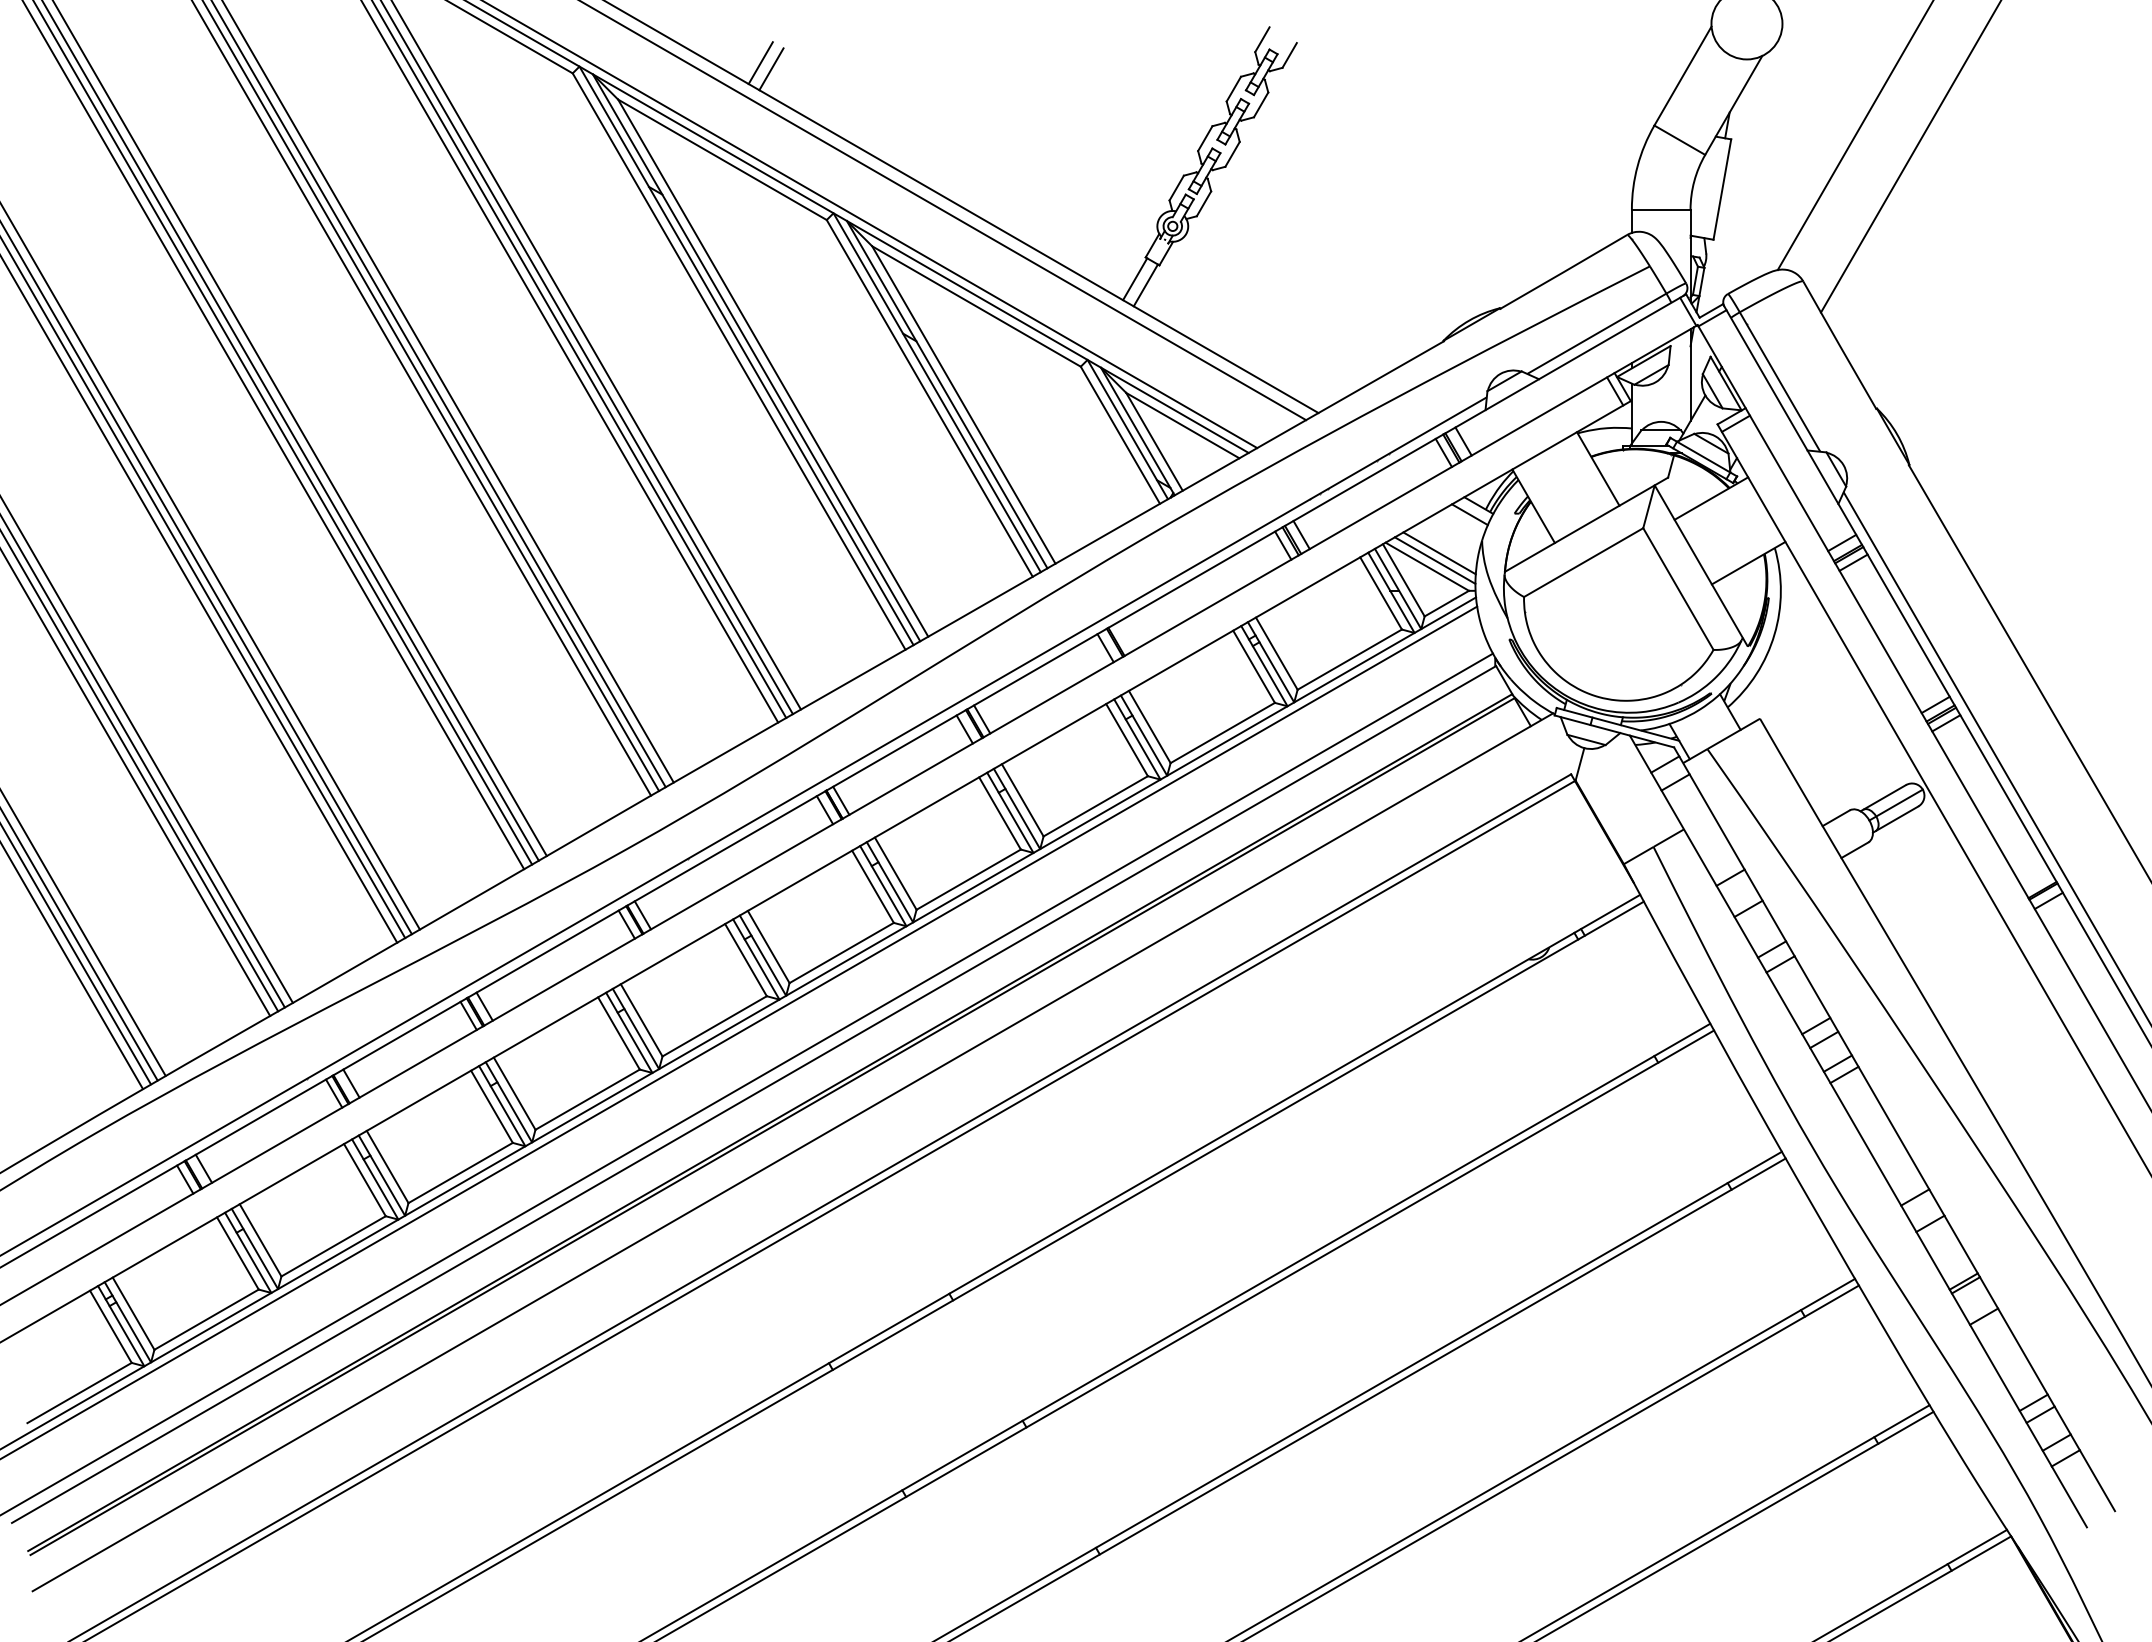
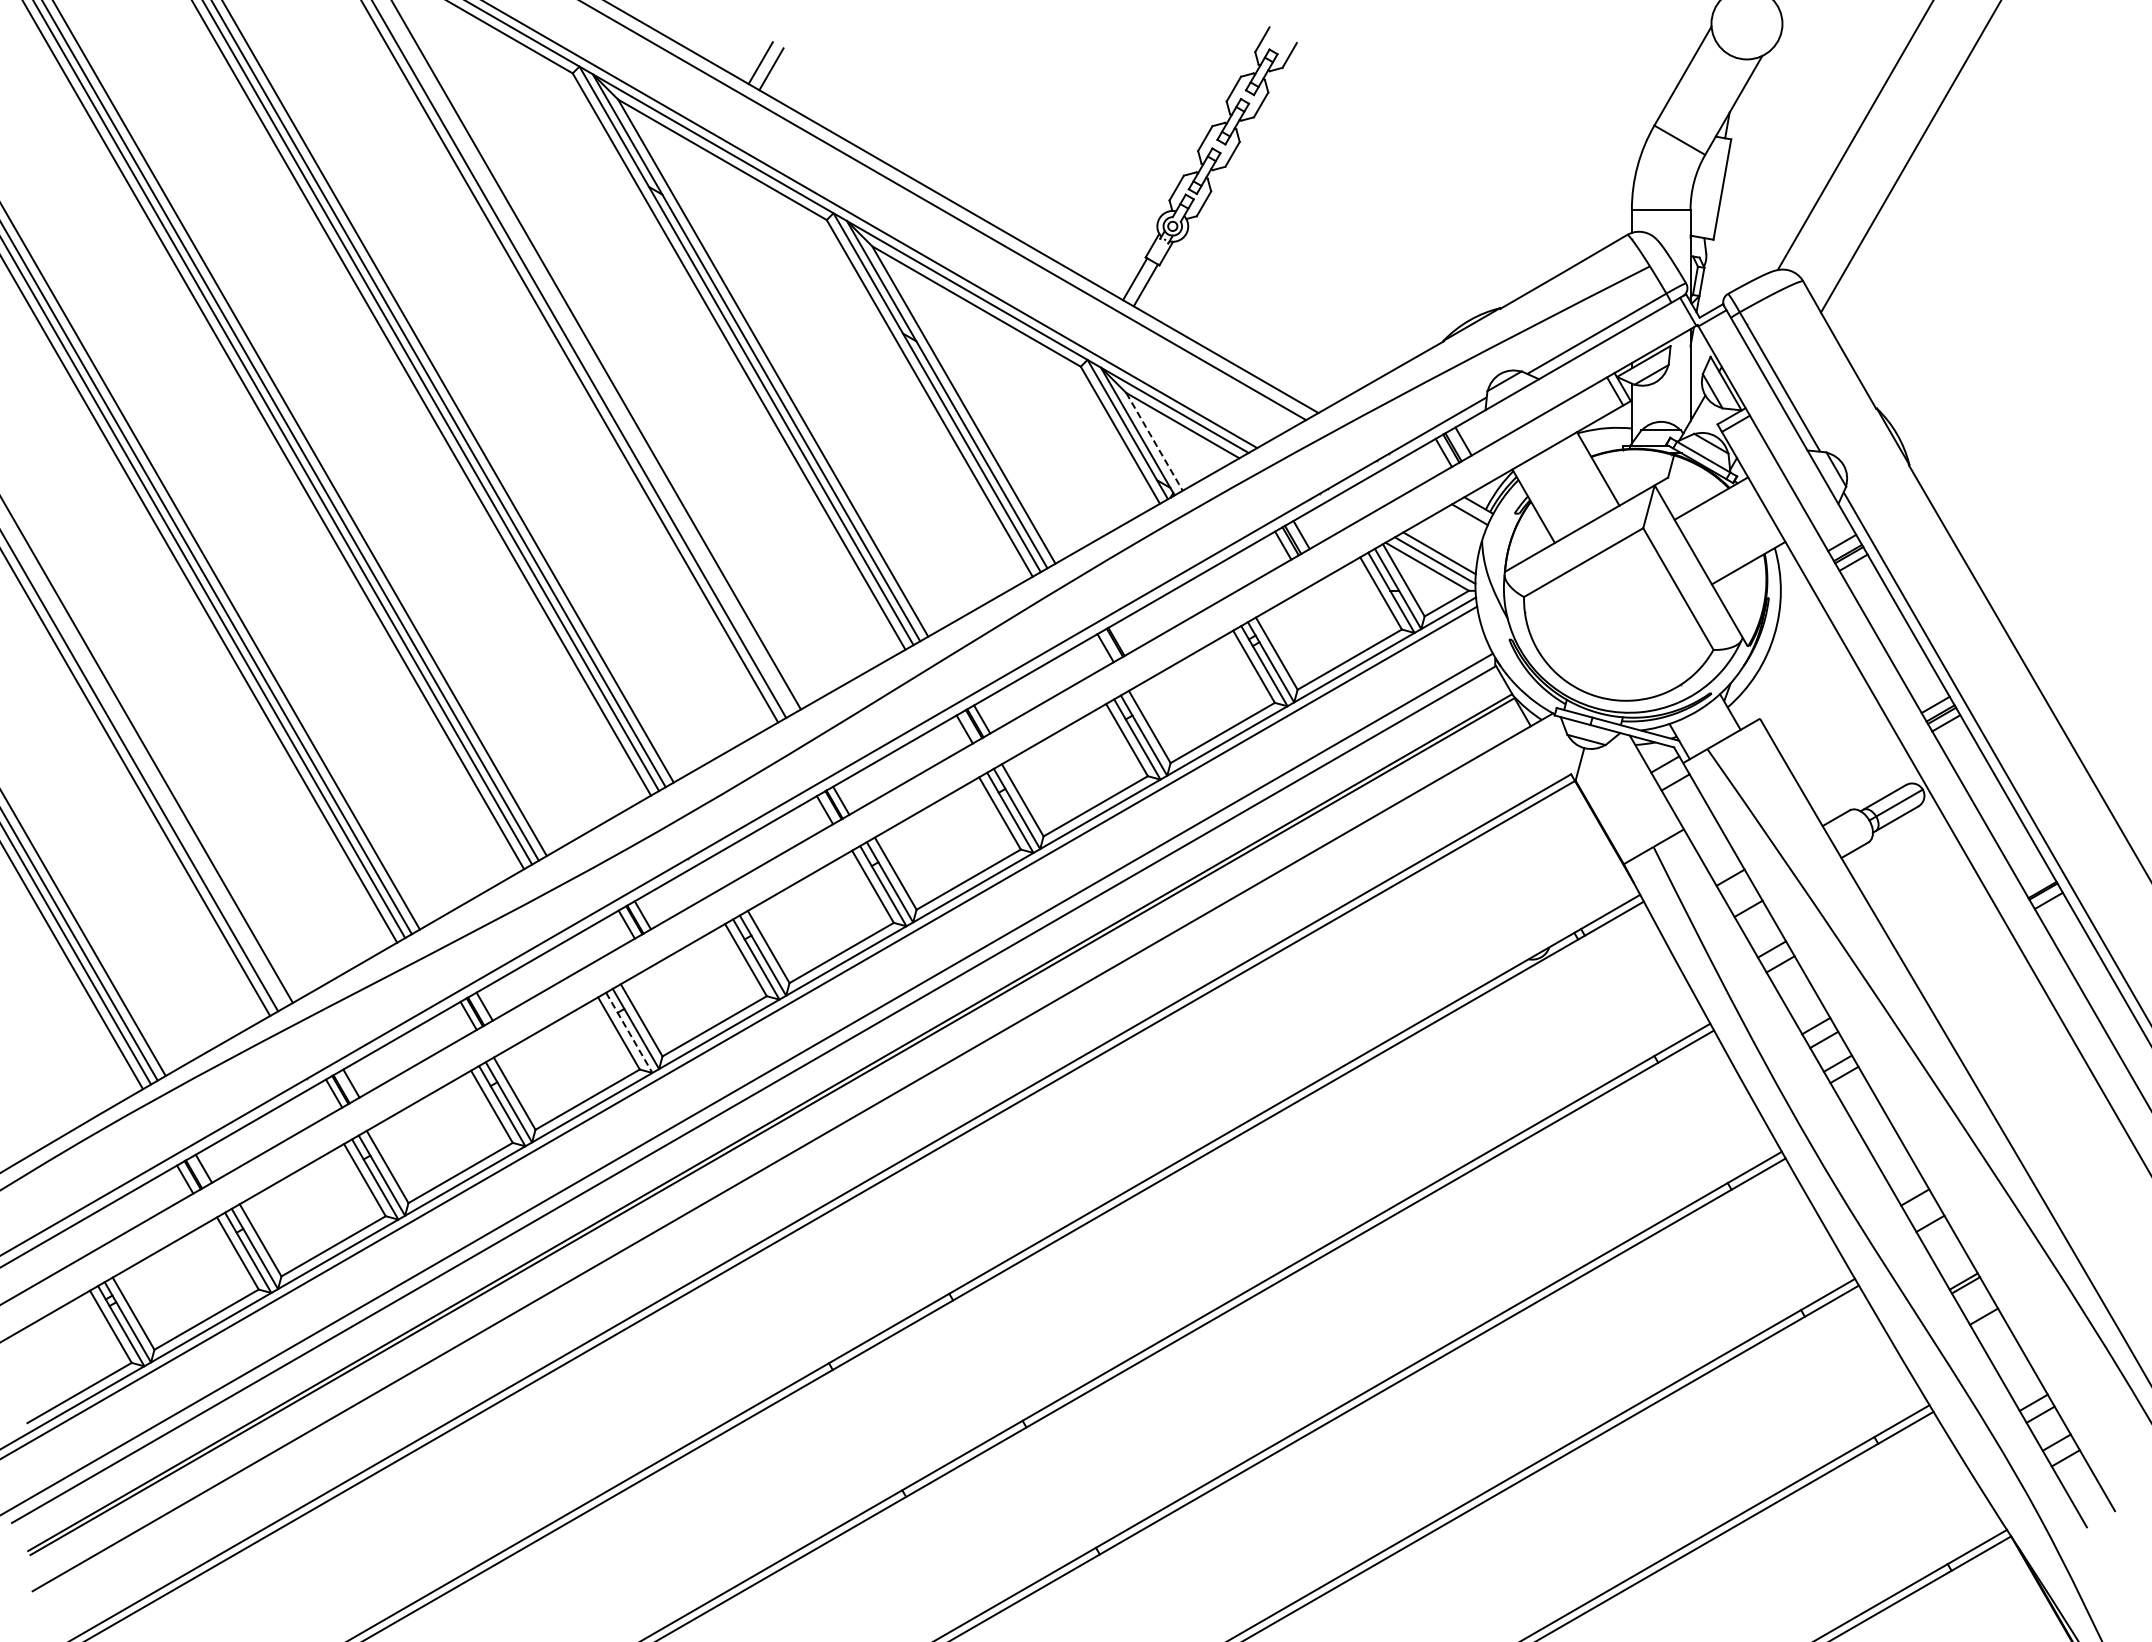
line at (586, 358): present -> none
line at (1154, 442): solid -> dashed
line at (143, 762): present -> none
line at (629, 1033): solid -> dashed
